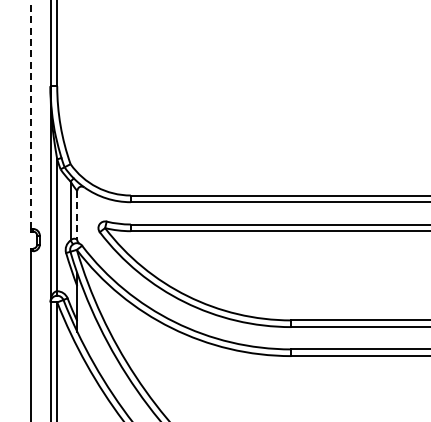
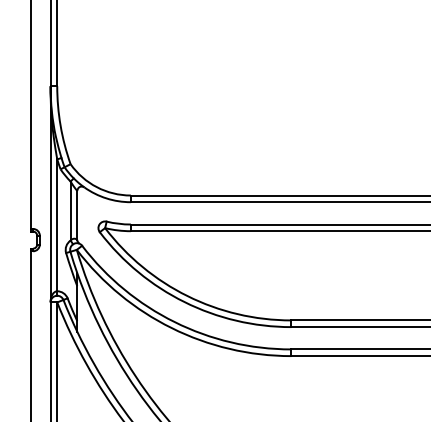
line at (30, 115): dashed -> solid
line at (77, 215): dashed -> solid
